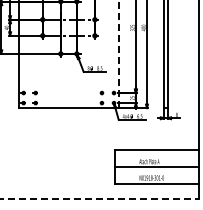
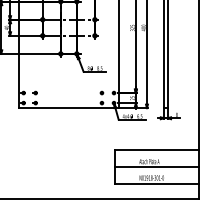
line at (119, 54): dashed -> solid
line at (99, 199): dashed -> solid
